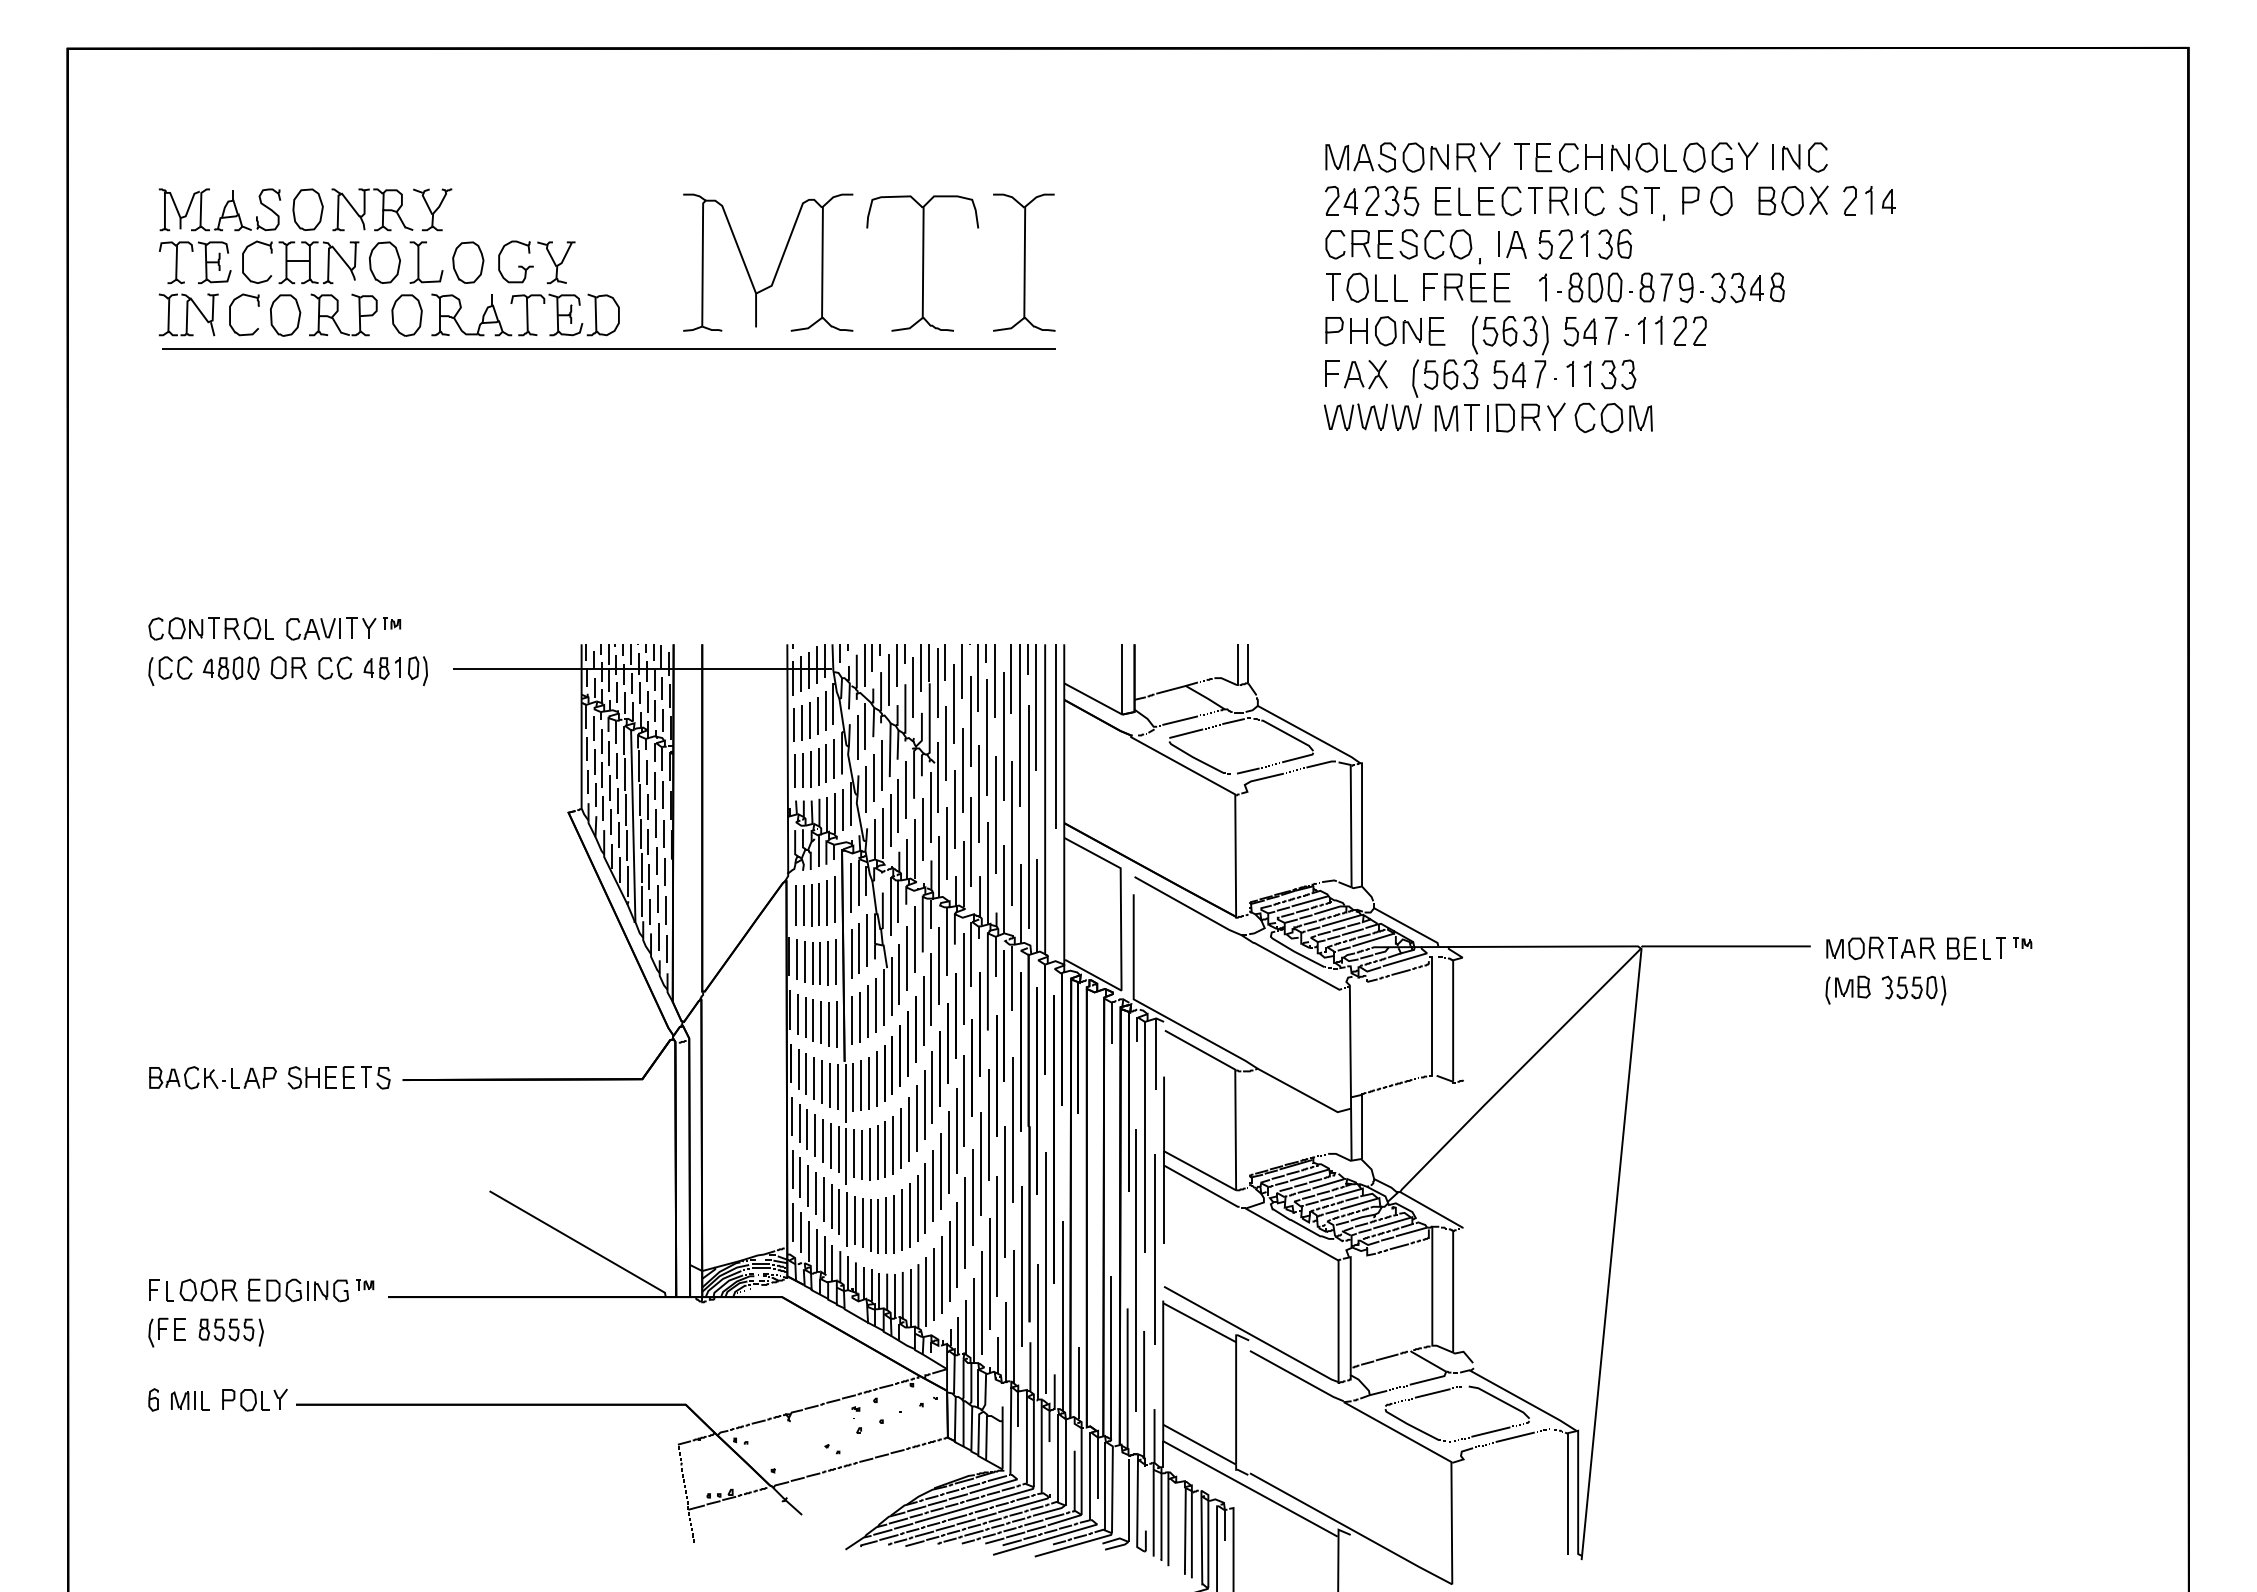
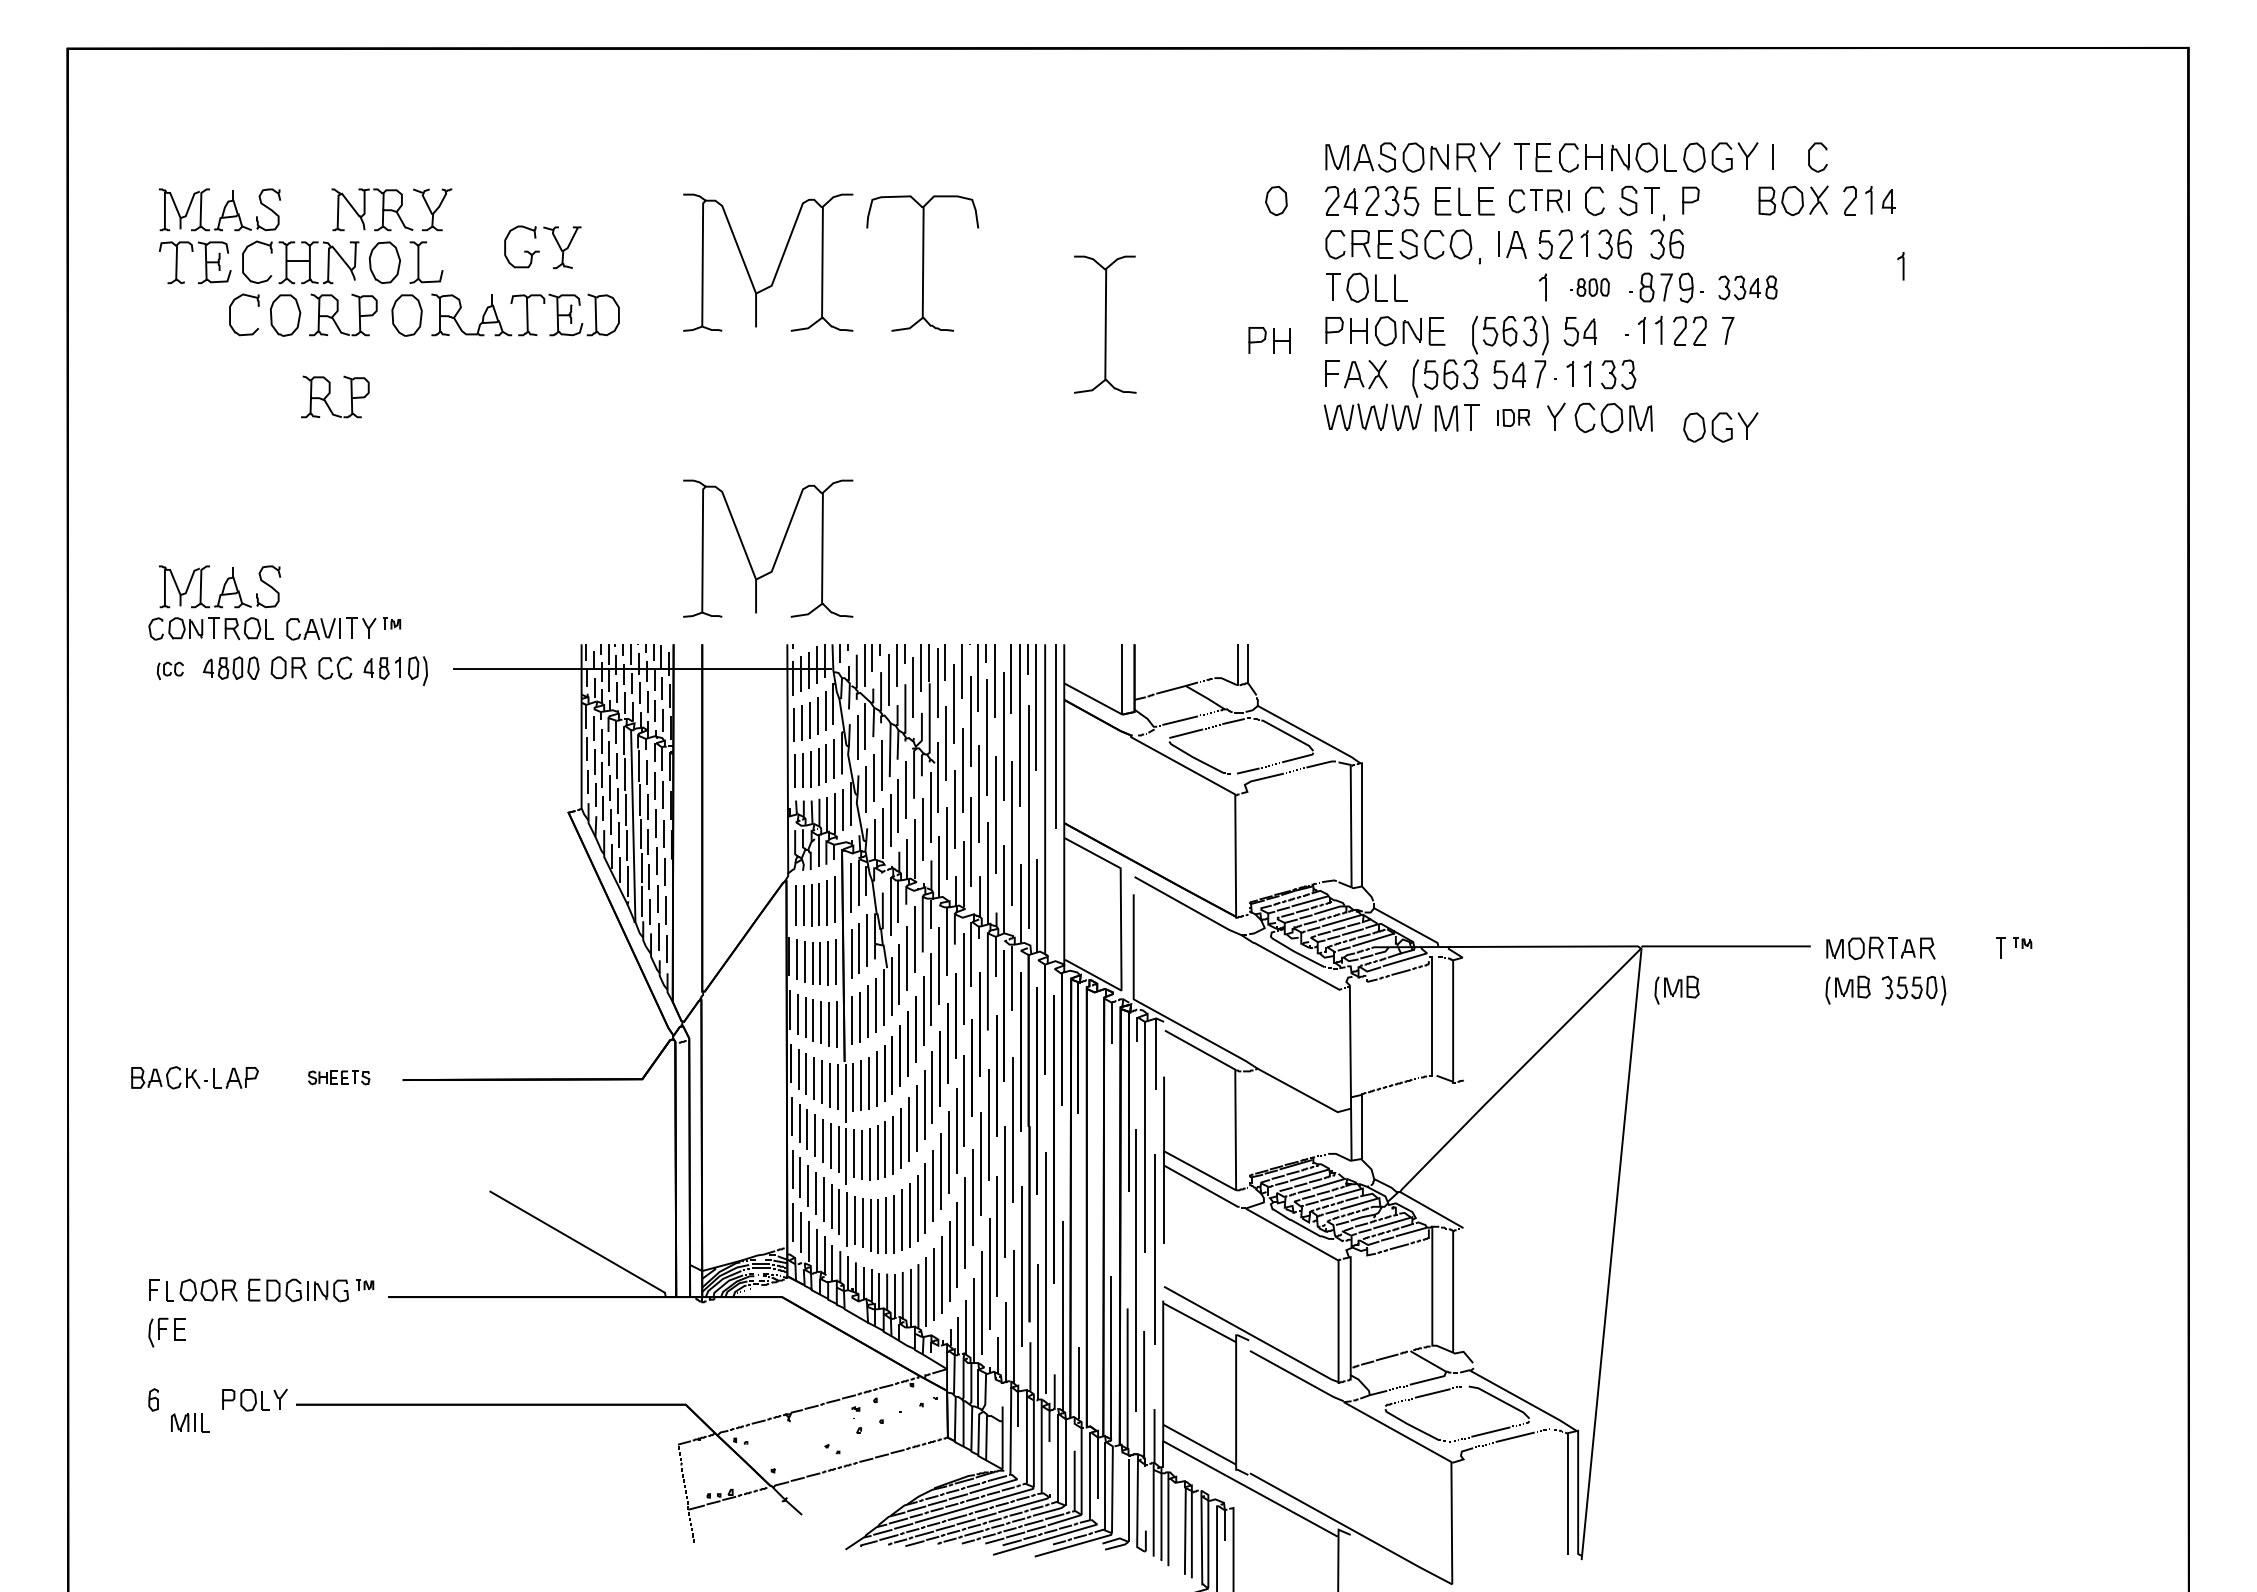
part at (1791, 157): present -> none
part at (1721, 200) position: (1721, 200) -> (1276, 200)
part at (1538, 201) size: 76x31 px -> 61x25 px
part at (307, 209): present -> none
part at (1666, 244): none -> present
part at (468, 262): present -> none
part at (536, 262) position: (536, 262) -> (542, 247)
part at (1024, 262) position: (1024, 262) -> (1105, 324)
part at (1900, 266): none -> present
part at (1466, 287): present -> none
part at (1589, 287) size: 66x31 px -> 40x19 px
part at (1747, 287) size: 74x32 px -> 60x26 px
part at (188, 314): present -> none
line at (1611, 330) position: (1611, 330) -> (1728, 330)
part at (1269, 340): none -> present
line at (608, 348): present -> none
part at (335, 396): none -> present
part at (1513, 417) size: 54x30 px -> 34x18 px
part at (1720, 427): none -> present
part at (778, 550): none -> present
part at (219, 586): none -> present
part at (170, 670) size: 45x30 px -> 28x20 px
part at (1968, 947): present -> none
part at (1676, 989): none -> present
part at (212, 1077) position: (212, 1077) -> (194, 1077)
part at (338, 1077) size: 104x24 px -> 63x16 px
part at (230, 1332): present -> none
part at (190, 1400) position: (190, 1400) -> (190, 1422)
